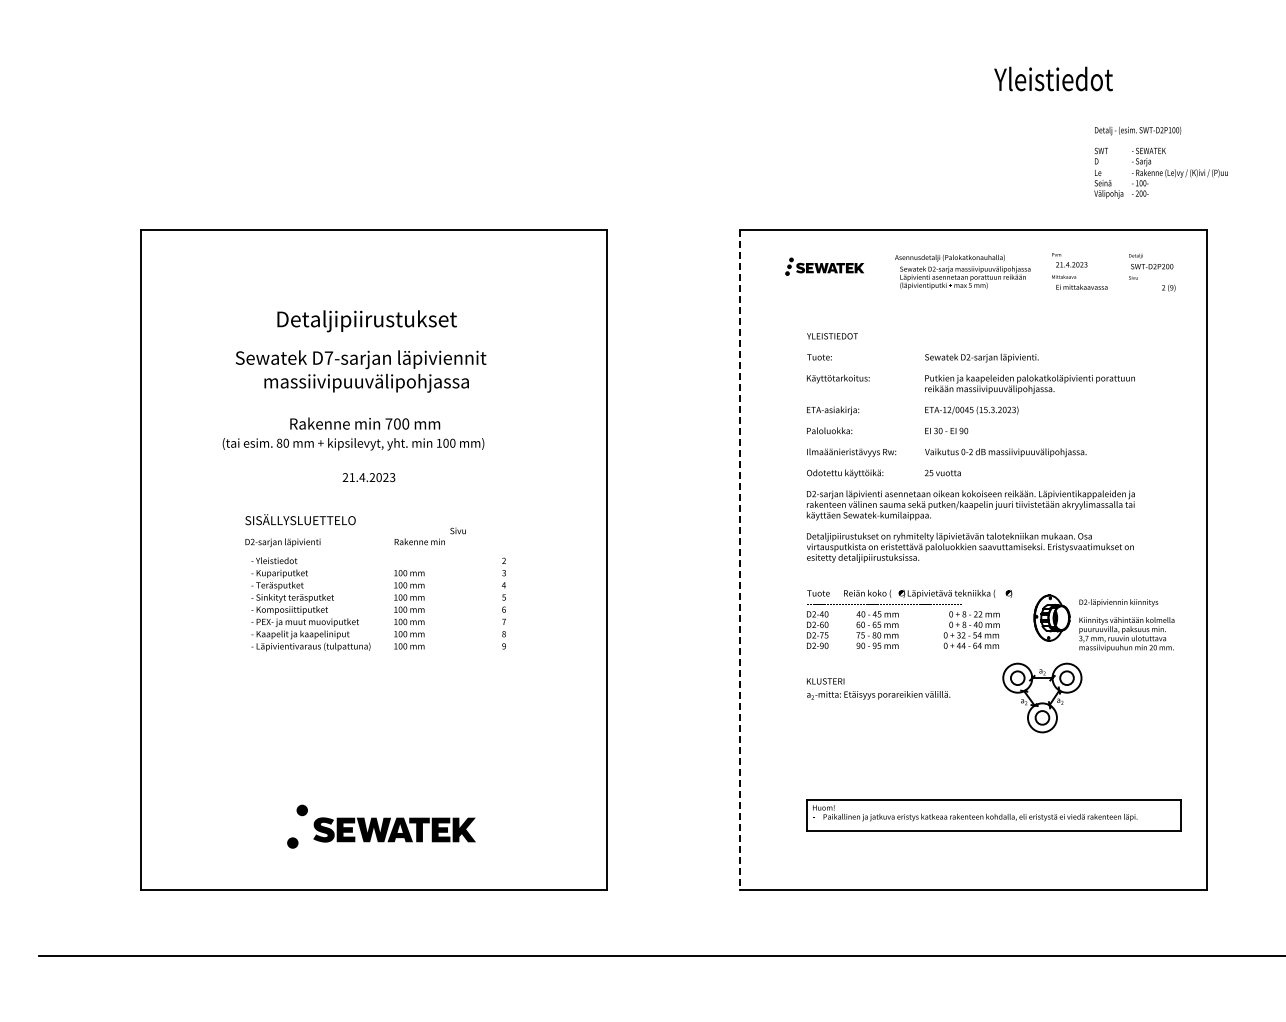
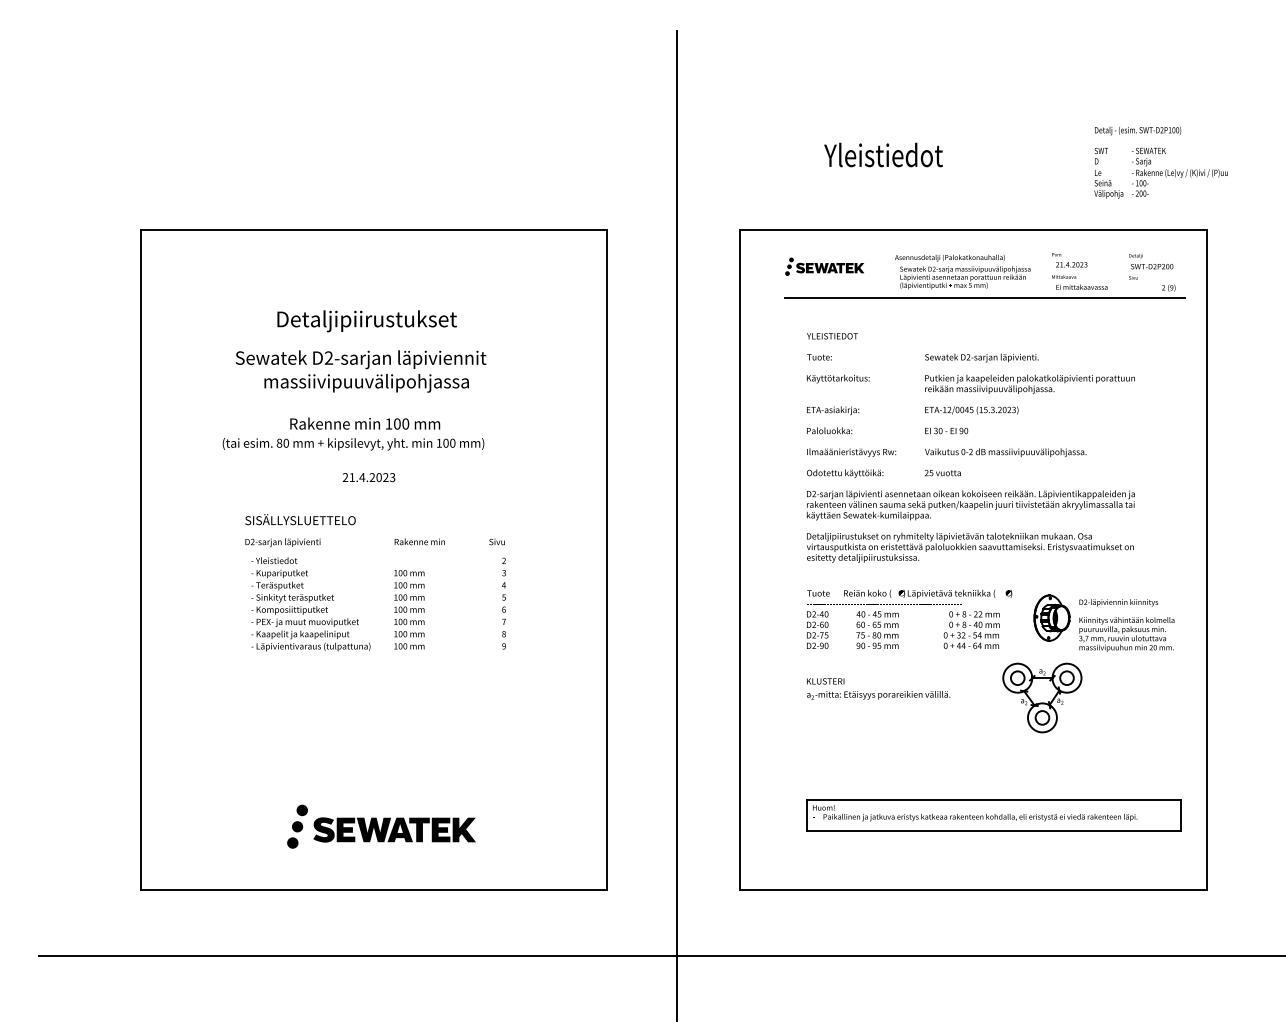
text at (1053, 78) position: (1053, 78) -> (883, 154)
line at (984, 297): none -> present
text at (328, 357): D7-sarjan -> D2-sarjan
text at (388, 423): 700 -> 100
line at (676, 524): none -> present
text at (457, 530) position: (457, 530) -> (496, 541)
line at (740, 559): dashed -> solid
fill at (297, 826): none -> present
